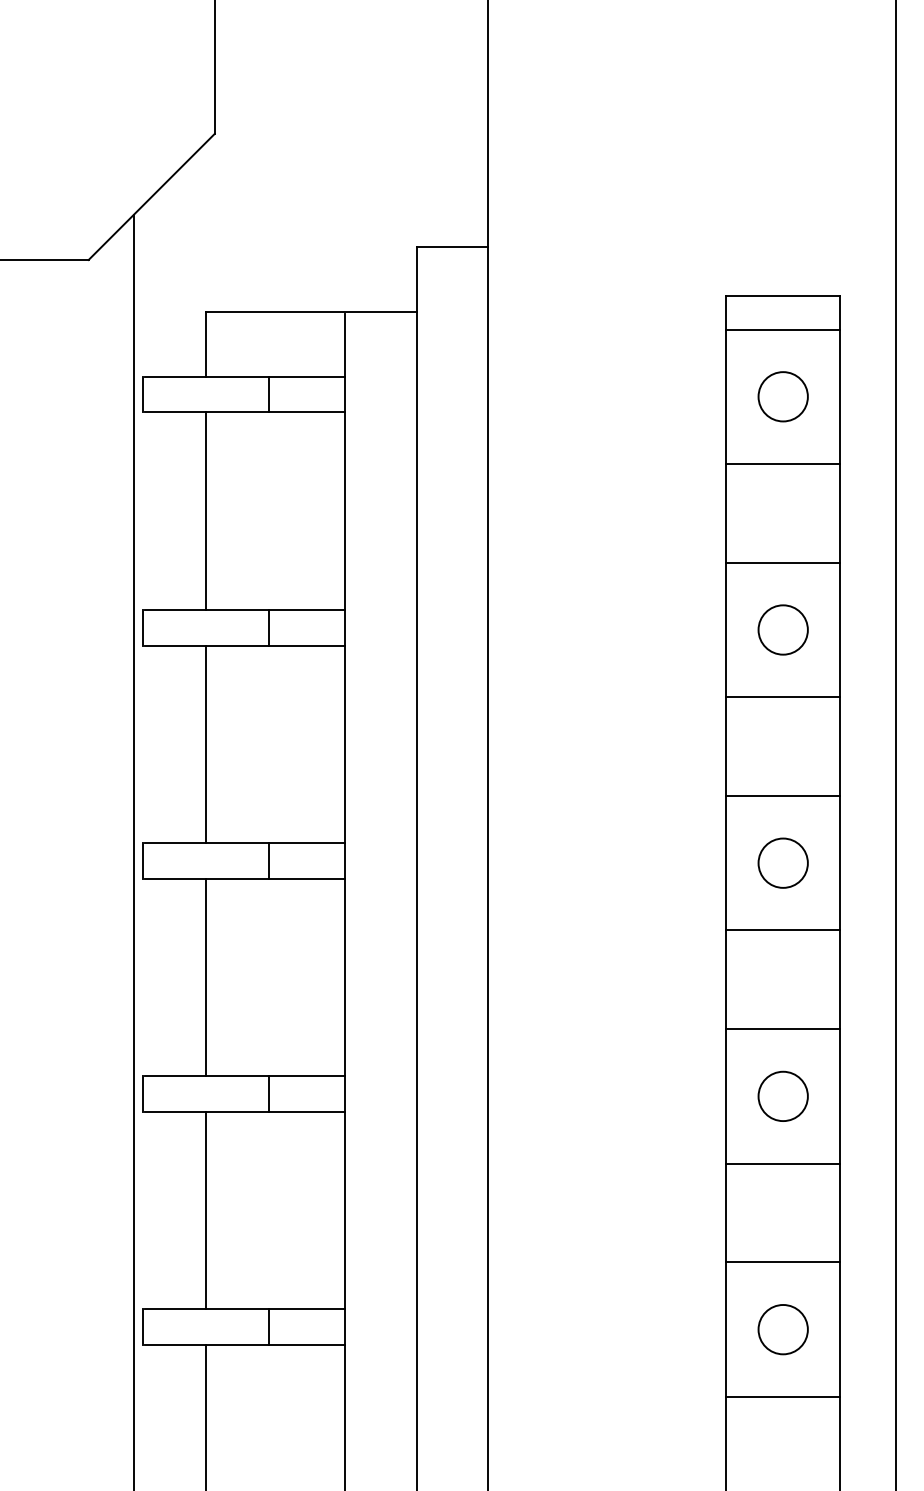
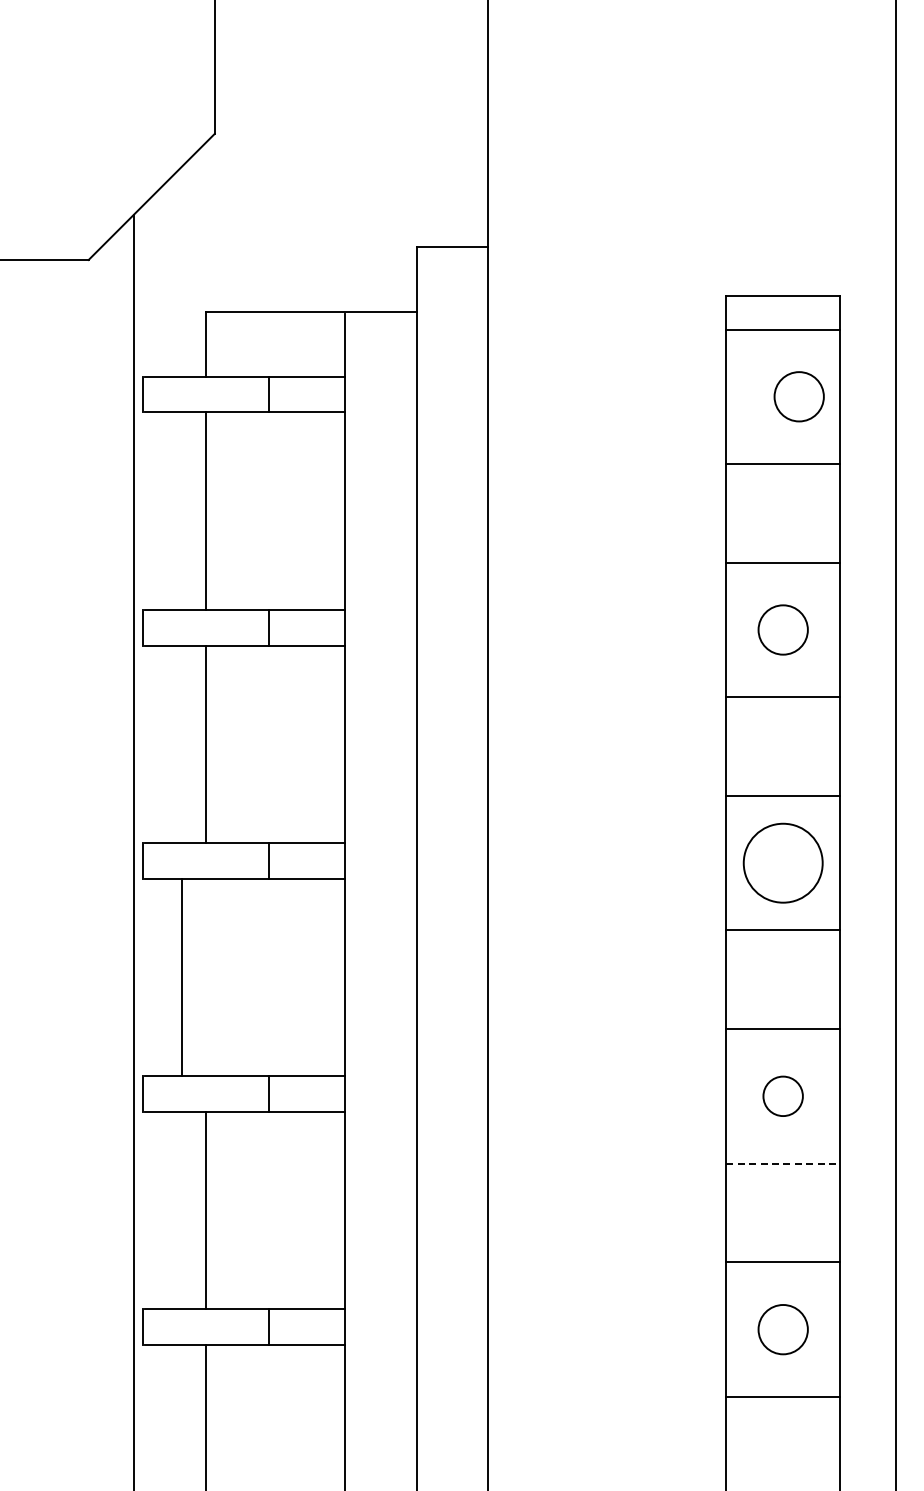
circle at (782, 396) position: (782, 396) -> (798, 396)
circle at (782, 862) diameter: 49 px -> 79 px
line at (205, 977) position: (205, 977) -> (181, 977)
circle at (782, 1095) size: 52x52 px -> 42x42 px
line at (782, 1163): solid -> dashed
